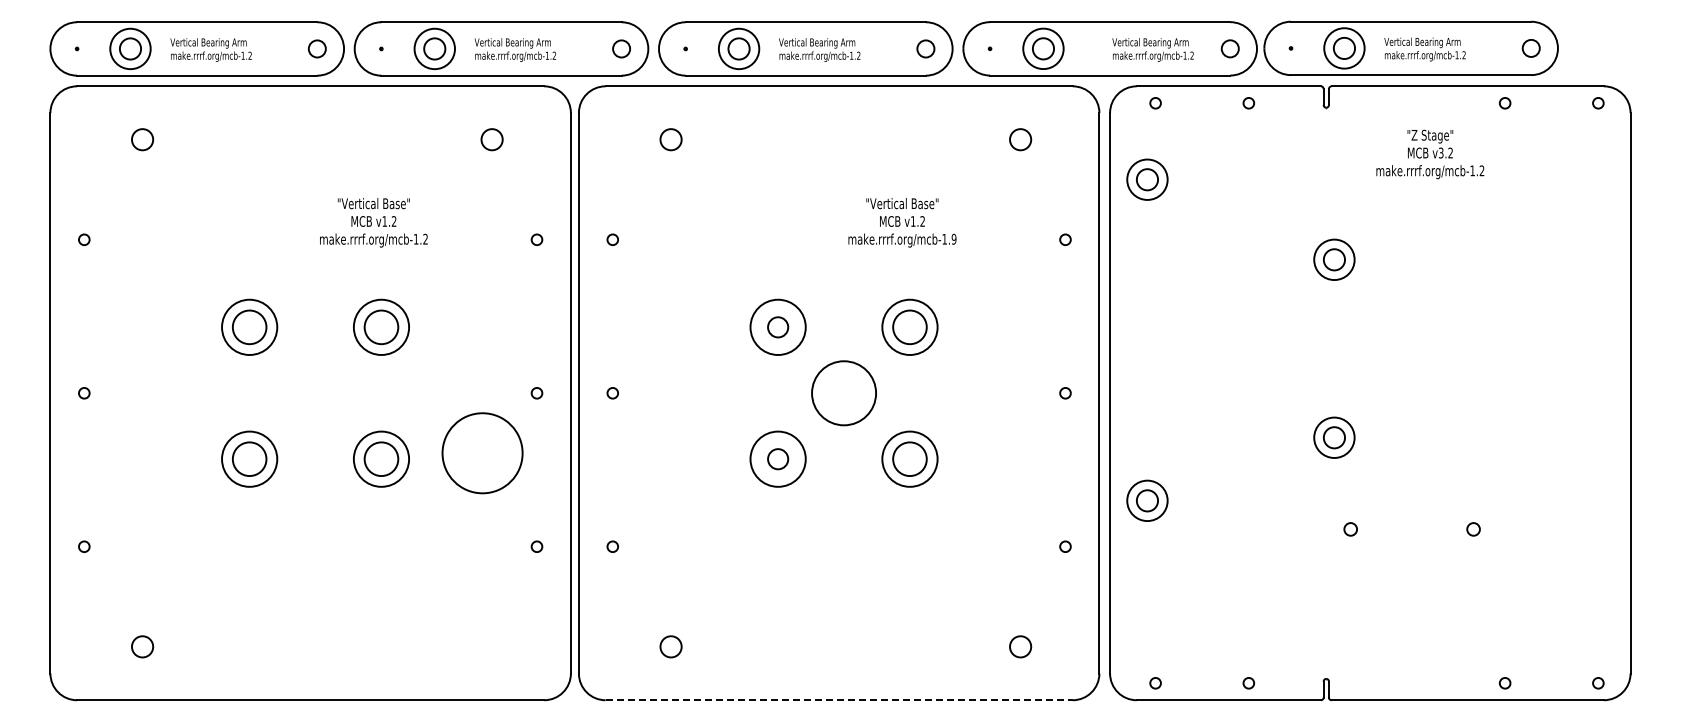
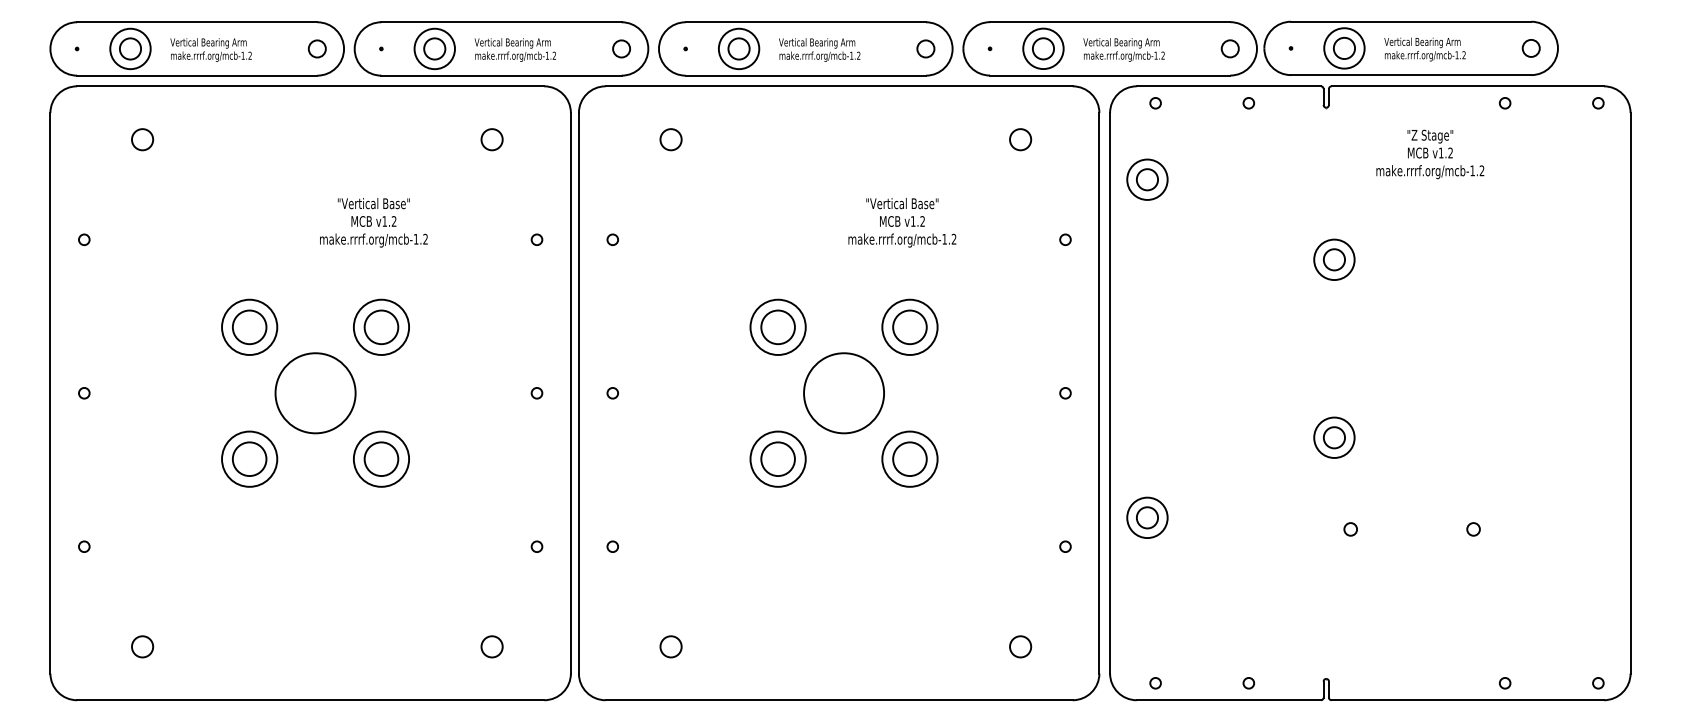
text at (1152, 49) position: (1152, 49) -> (1123, 49)
text at (1440, 152): v3.2 -> v1.2
text at (953, 239): make.rrrf.org/mcb-1.9 -> make.rrrf.org/mcb-1.2
circle at (778, 327) diameter: 20 px -> 34 px
circle at (844, 393) diameter: 64 px -> 80 px
circle at (482, 453) position: (482, 453) -> (315, 393)
circle at (778, 459) diameter: 20 px -> 34 px
part at (1147, 500) position: (1147, 500) -> (1147, 517)
circle at (491, 646): none -> present
line at (839, 700): dashed -> solid
